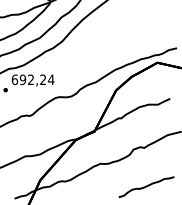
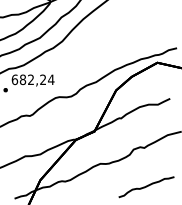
text at (22, 79): 692,24 -> 682,24
